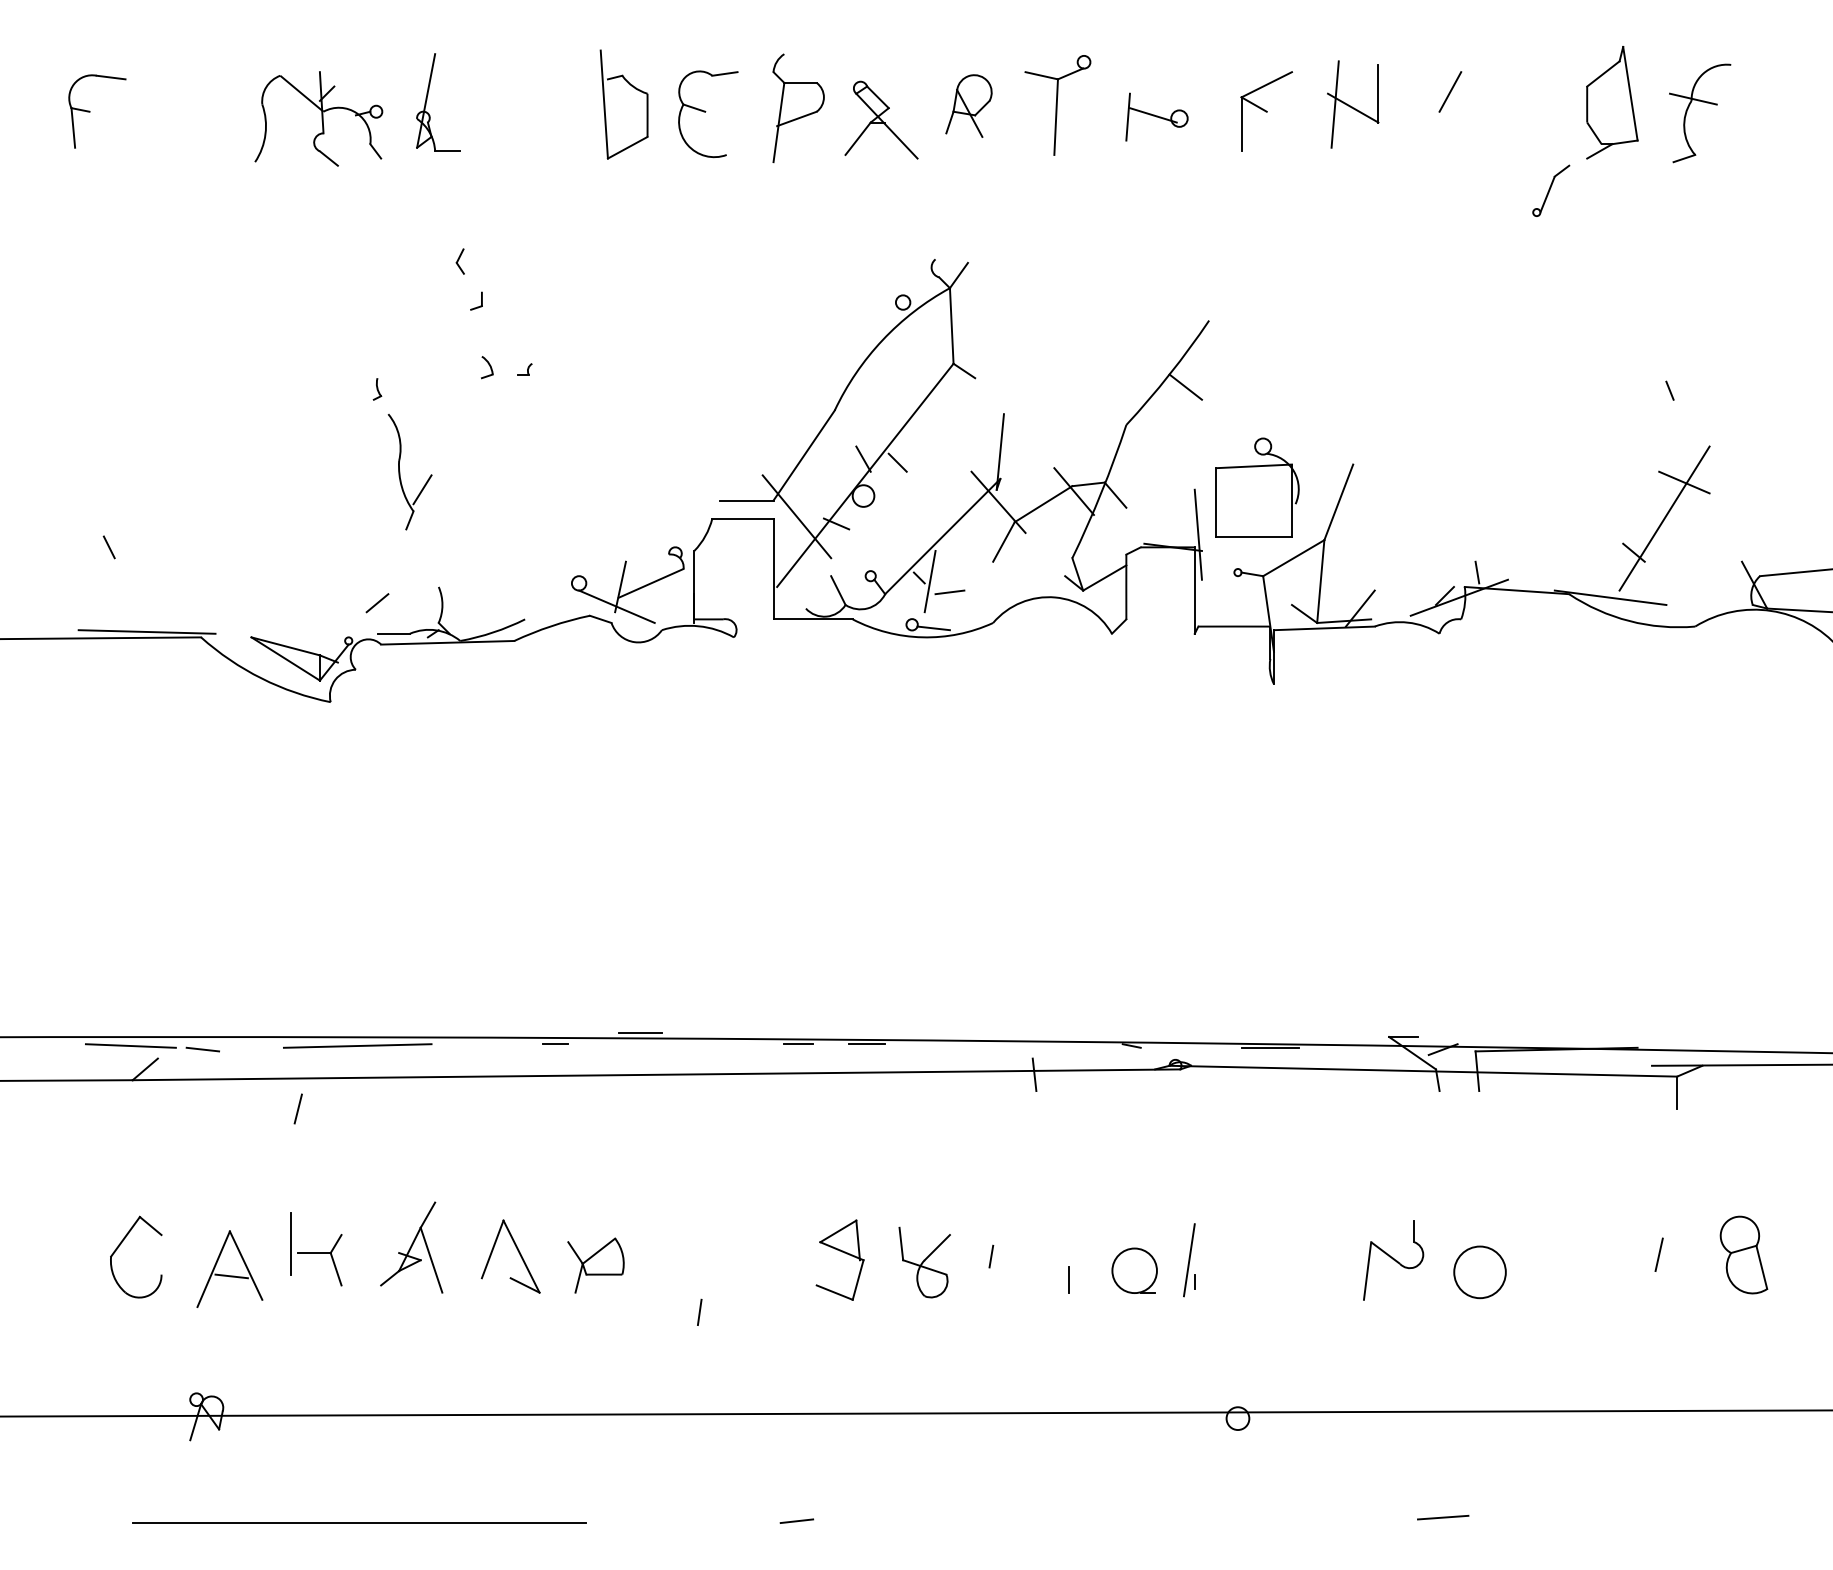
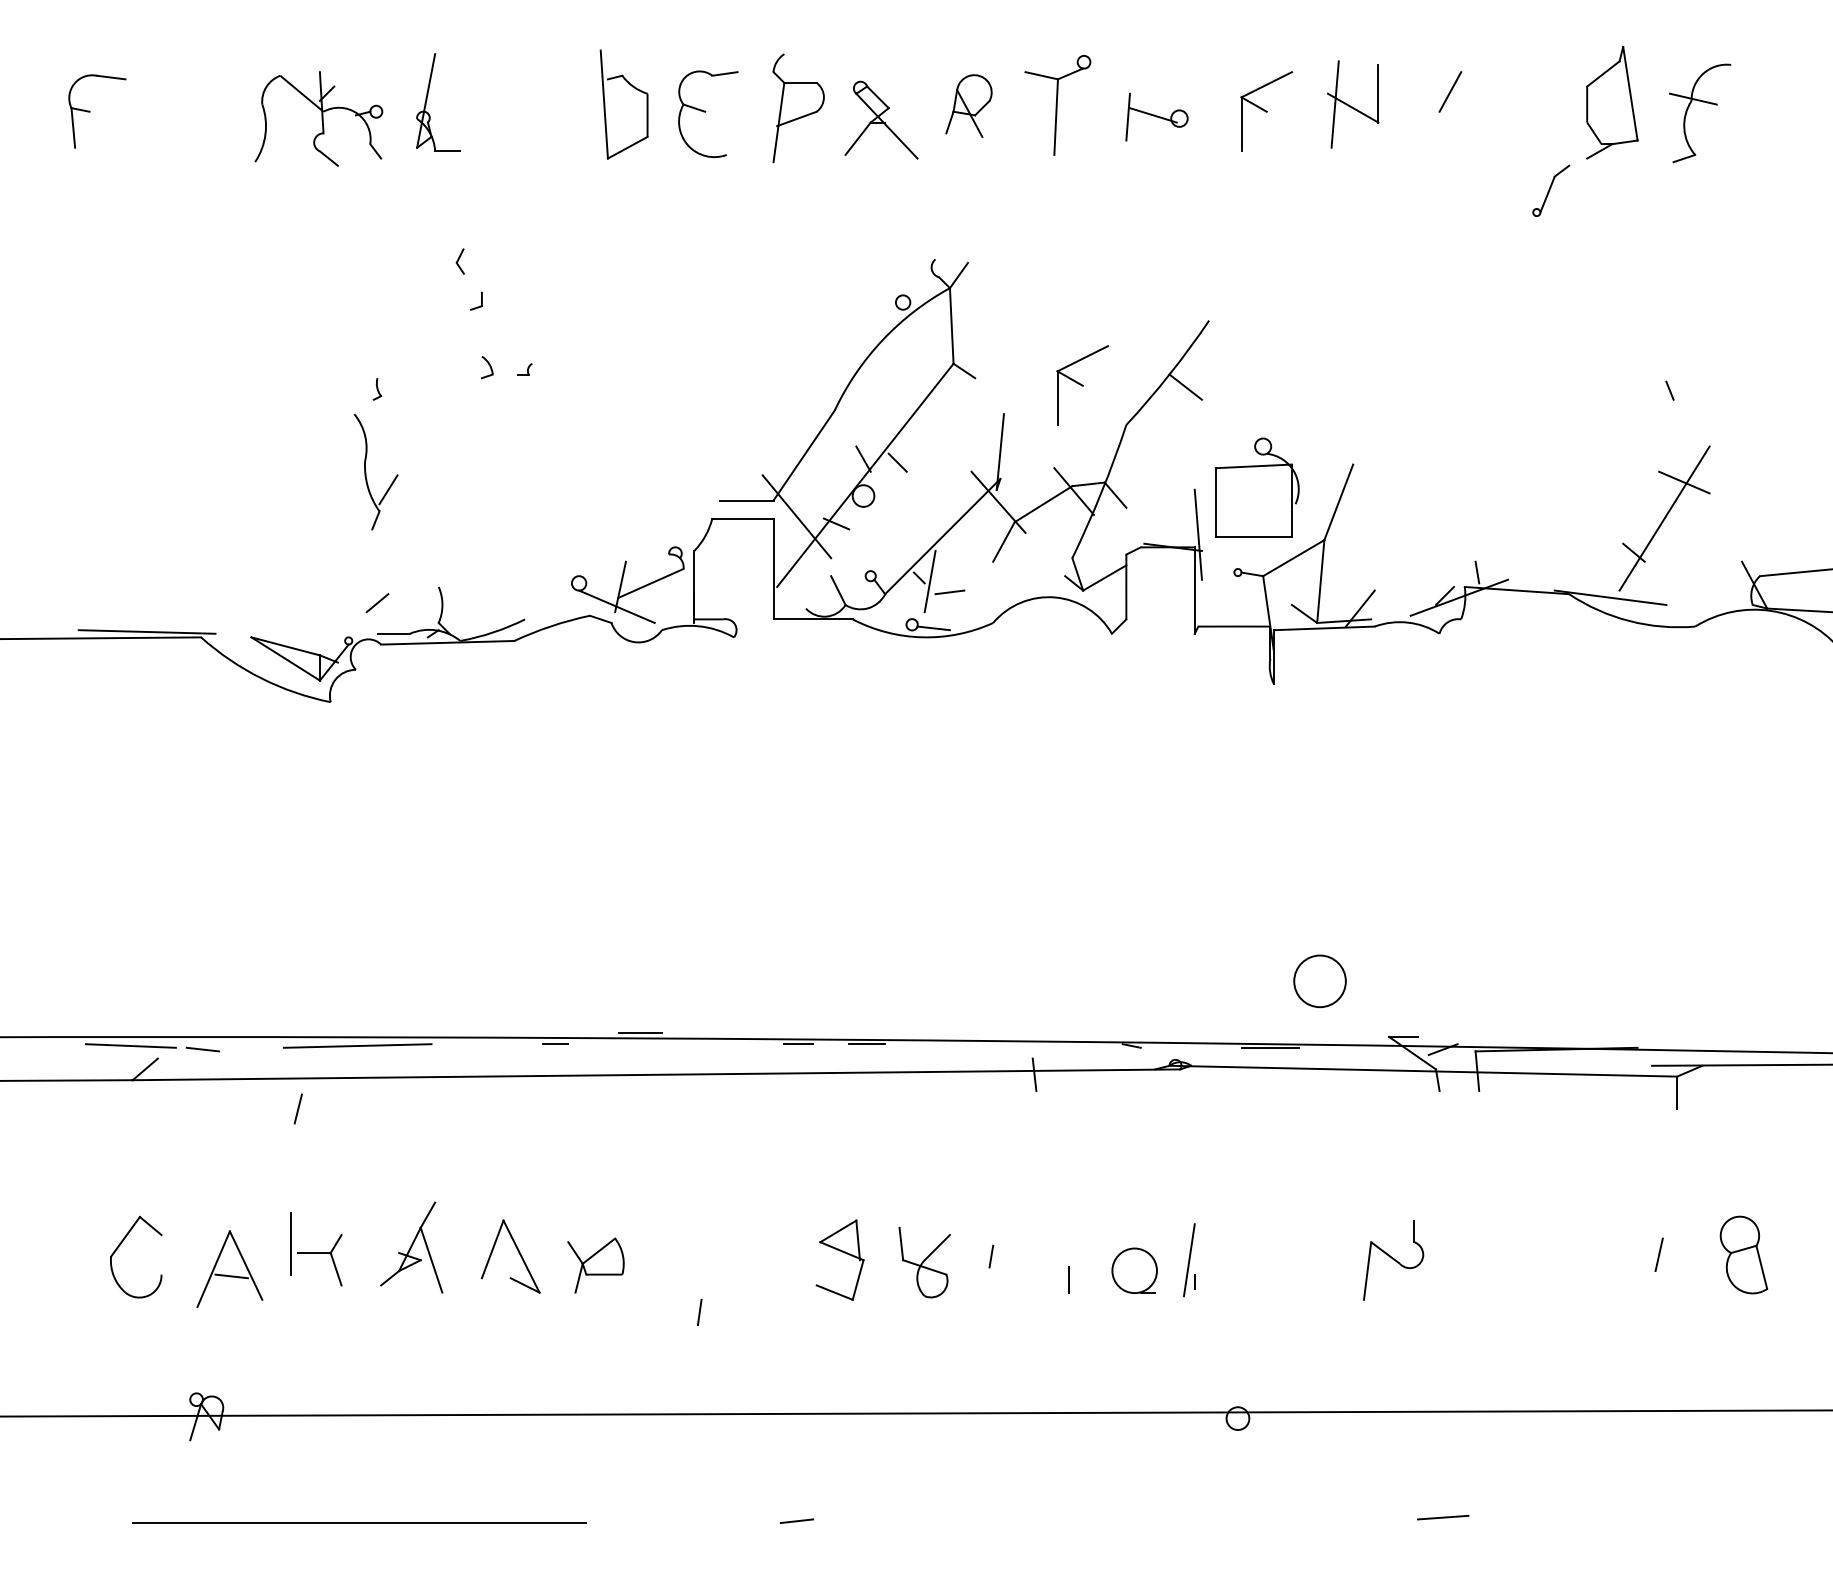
part at (1082, 385): none -> present
part at (400, 472) position: (400, 472) -> (366, 472)
line at (108, 547): present -> none
circle at (1479, 1272) position: (1479, 1272) -> (1319, 981)
